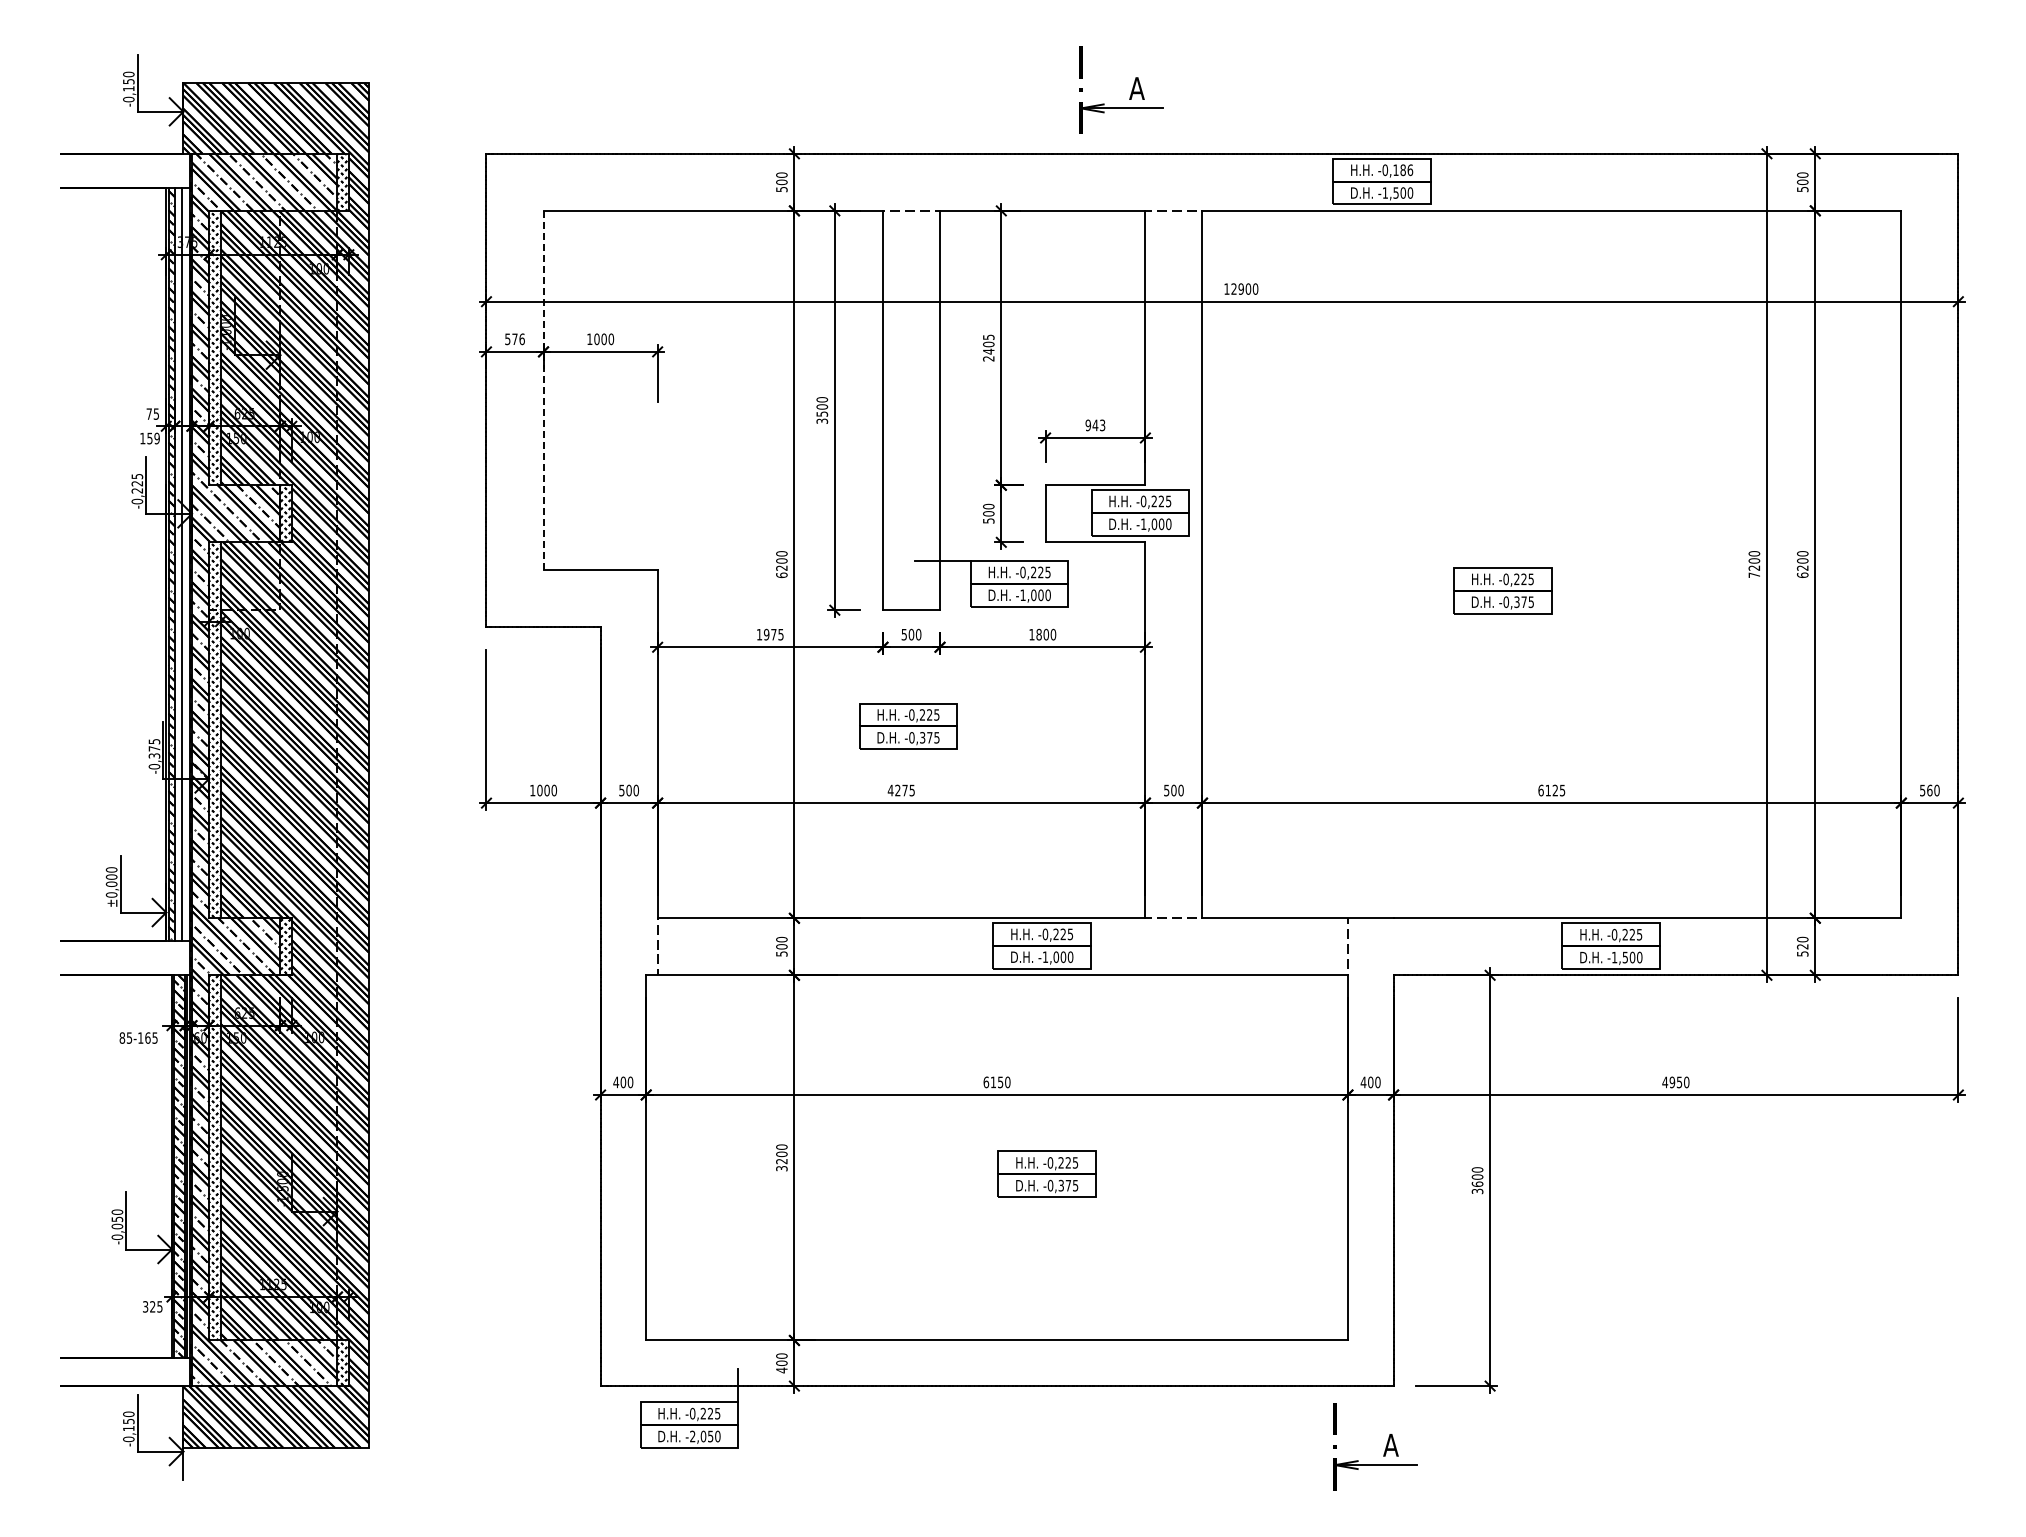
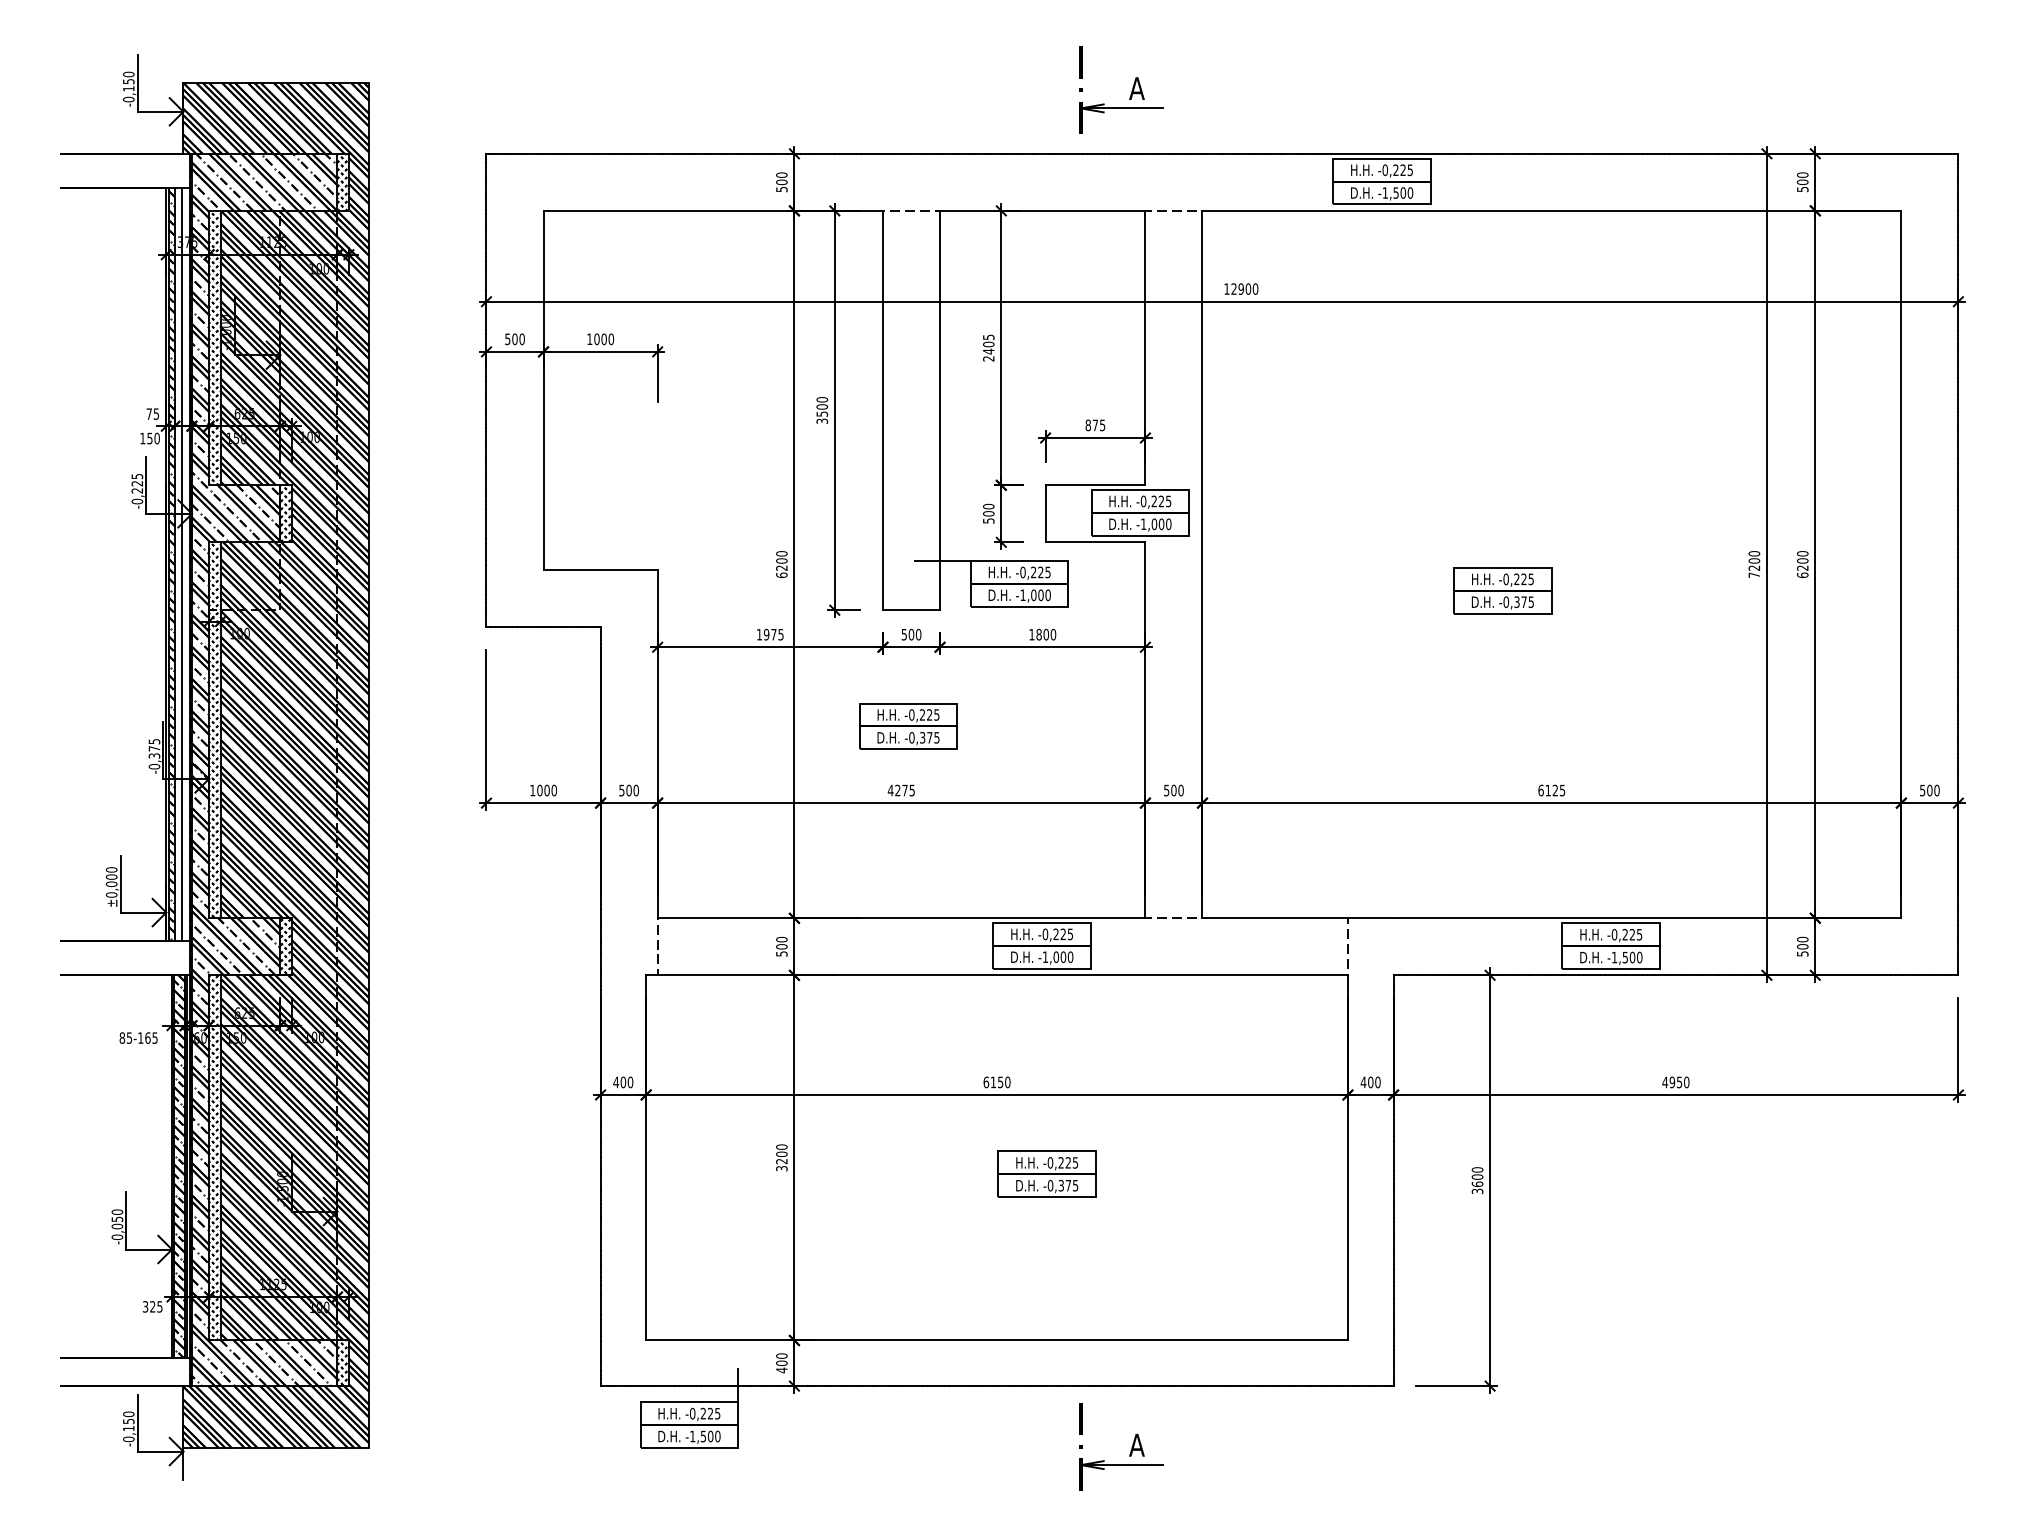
text at (1403, 170): -0,186 -> -0,225
text at (518, 339): 576 -> 500
line at (543, 390): dashed -> solid
text at (1095, 425): 943 -> 875
text at (156, 438): 159 -> 150
text at (1929, 789): 560 -> 500
text at (1802, 946): 520 -> 500
text at (701, 1436): -2,050 -> -1,500
part at (1375, 1464) position: (1375, 1464) -> (1121, 1464)
